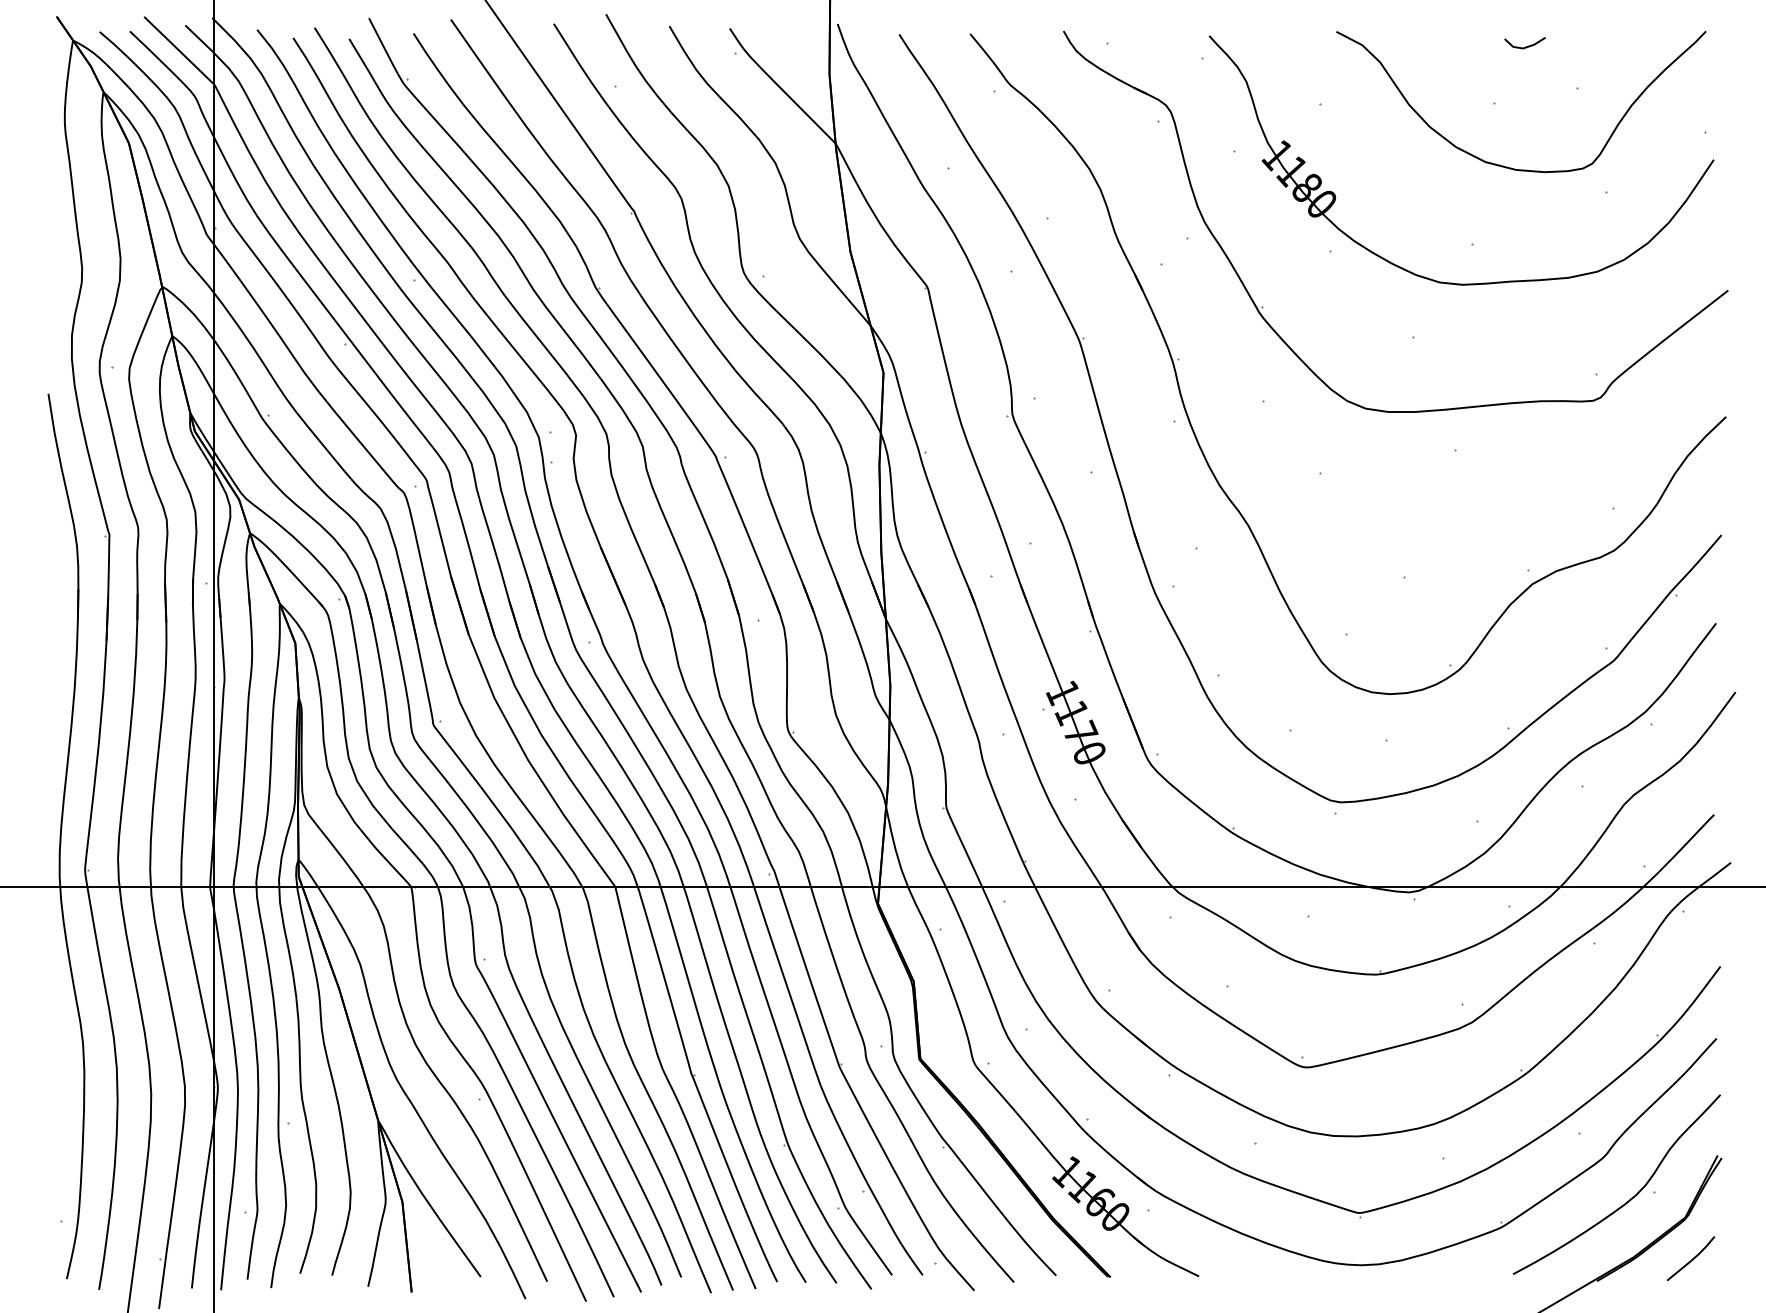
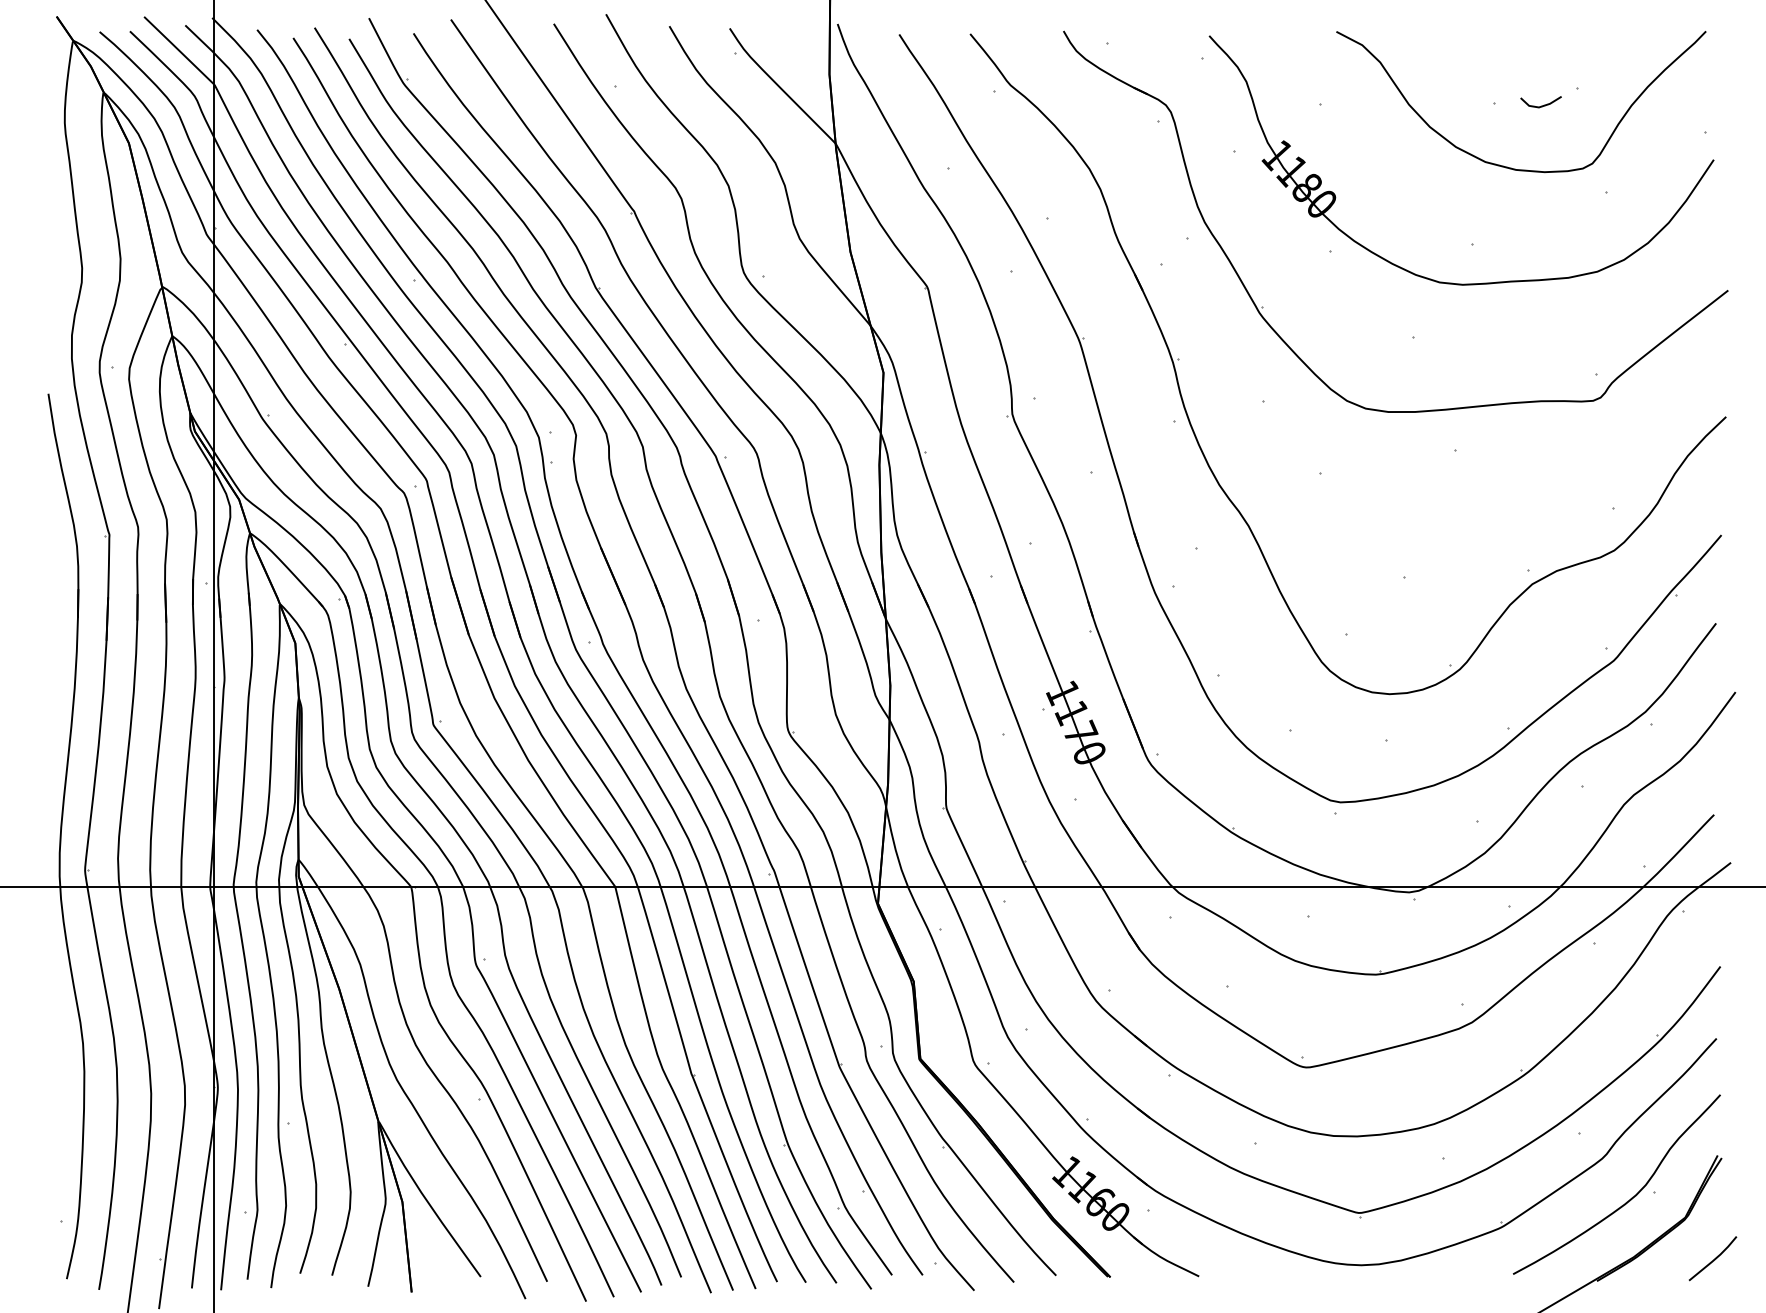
line at (1525, 46) position: (1525, 46) -> (1541, 105)
line at (1691, 1259) position: (1691, 1259) -> (1713, 1259)
